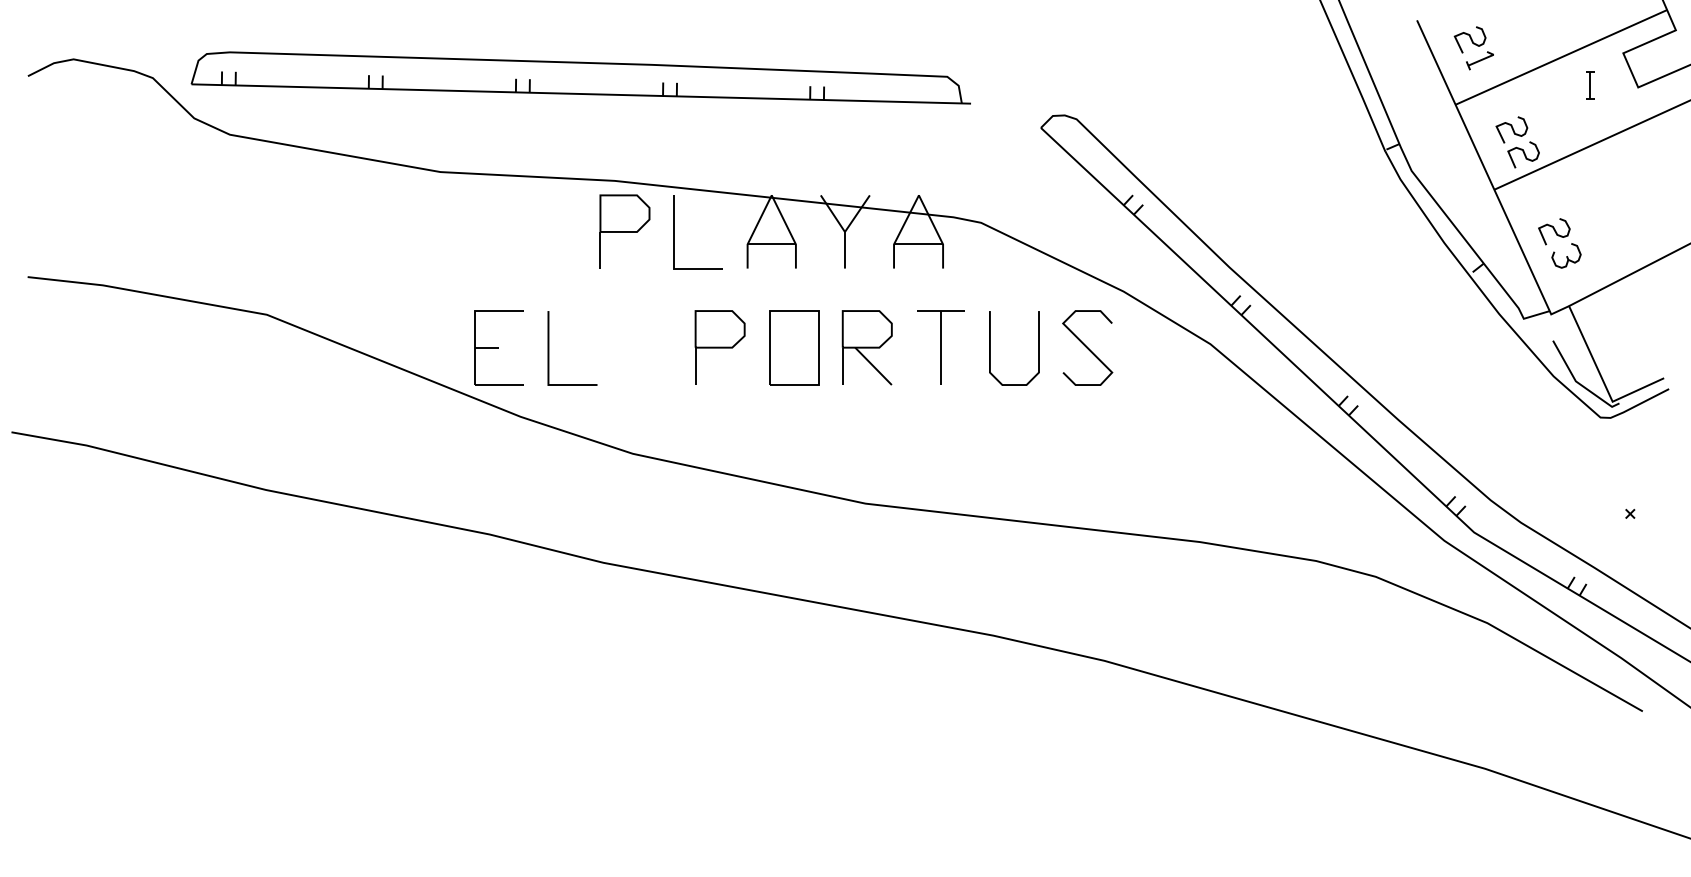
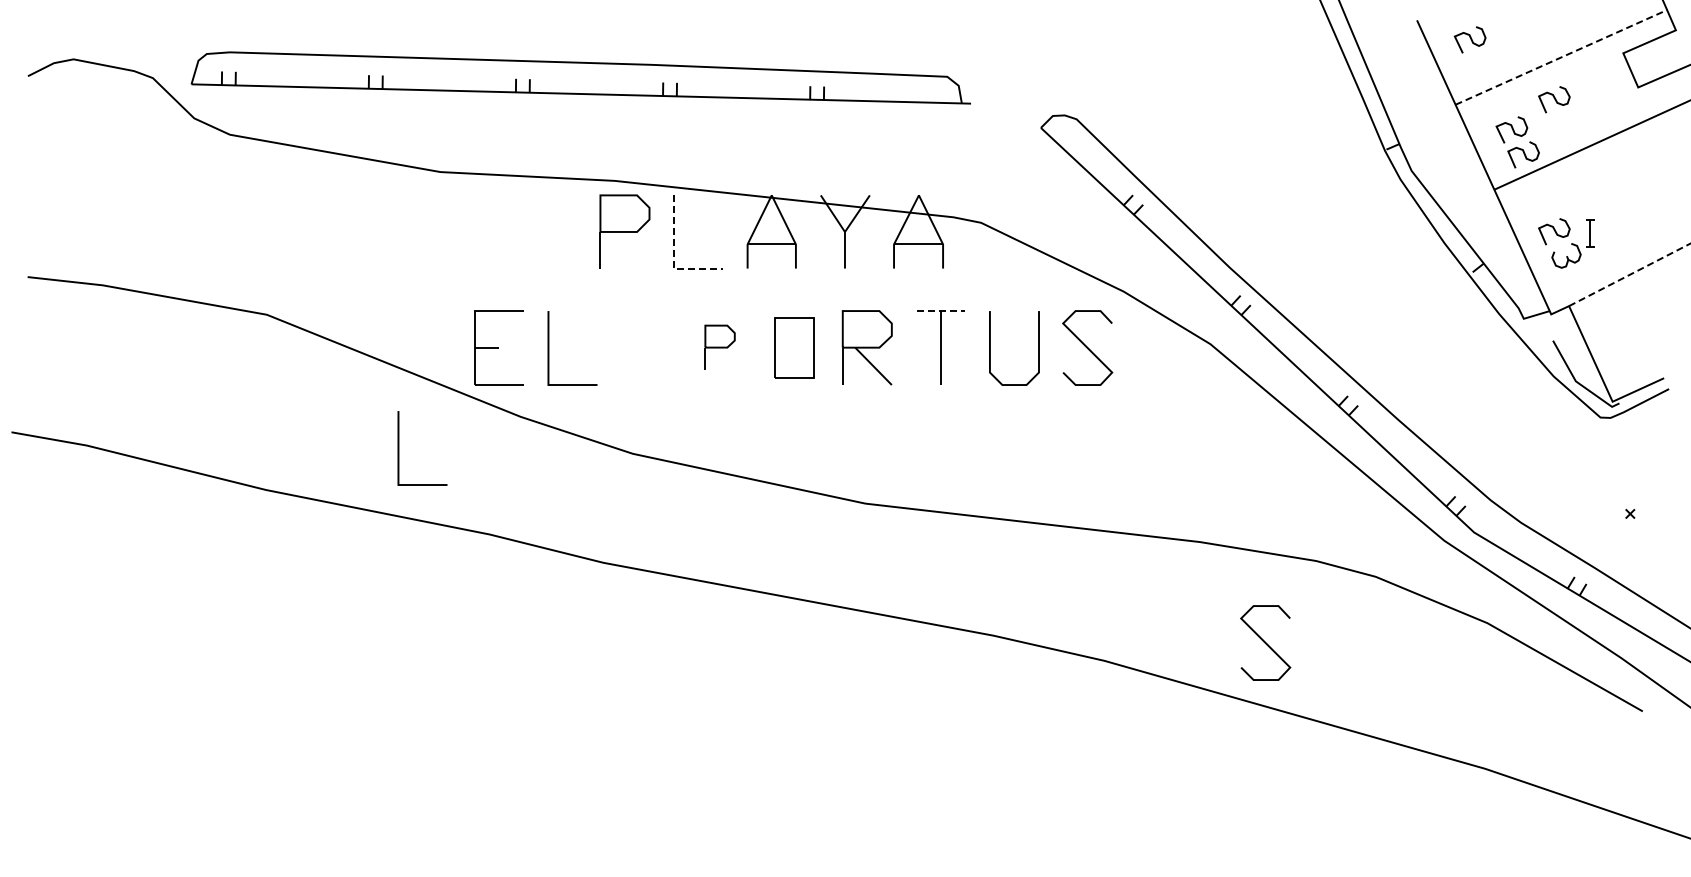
line at (1561, 57): solid -> dashed
part at (1479, 60): present -> none
part at (1590, 85) position: (1590, 85) -> (1590, 233)
curve at (1554, 99): none -> present
line at (673, 257): solid -> dashed
line at (1630, 274): solid -> dashed
line at (940, 311): solid -> dashed
part at (719, 347) size: 52x75 px -> 32x46 px
part at (794, 347) size: 51x76 px -> 41x62 px
line at (399, 448): none -> present
curve at (1265, 642): none -> present
